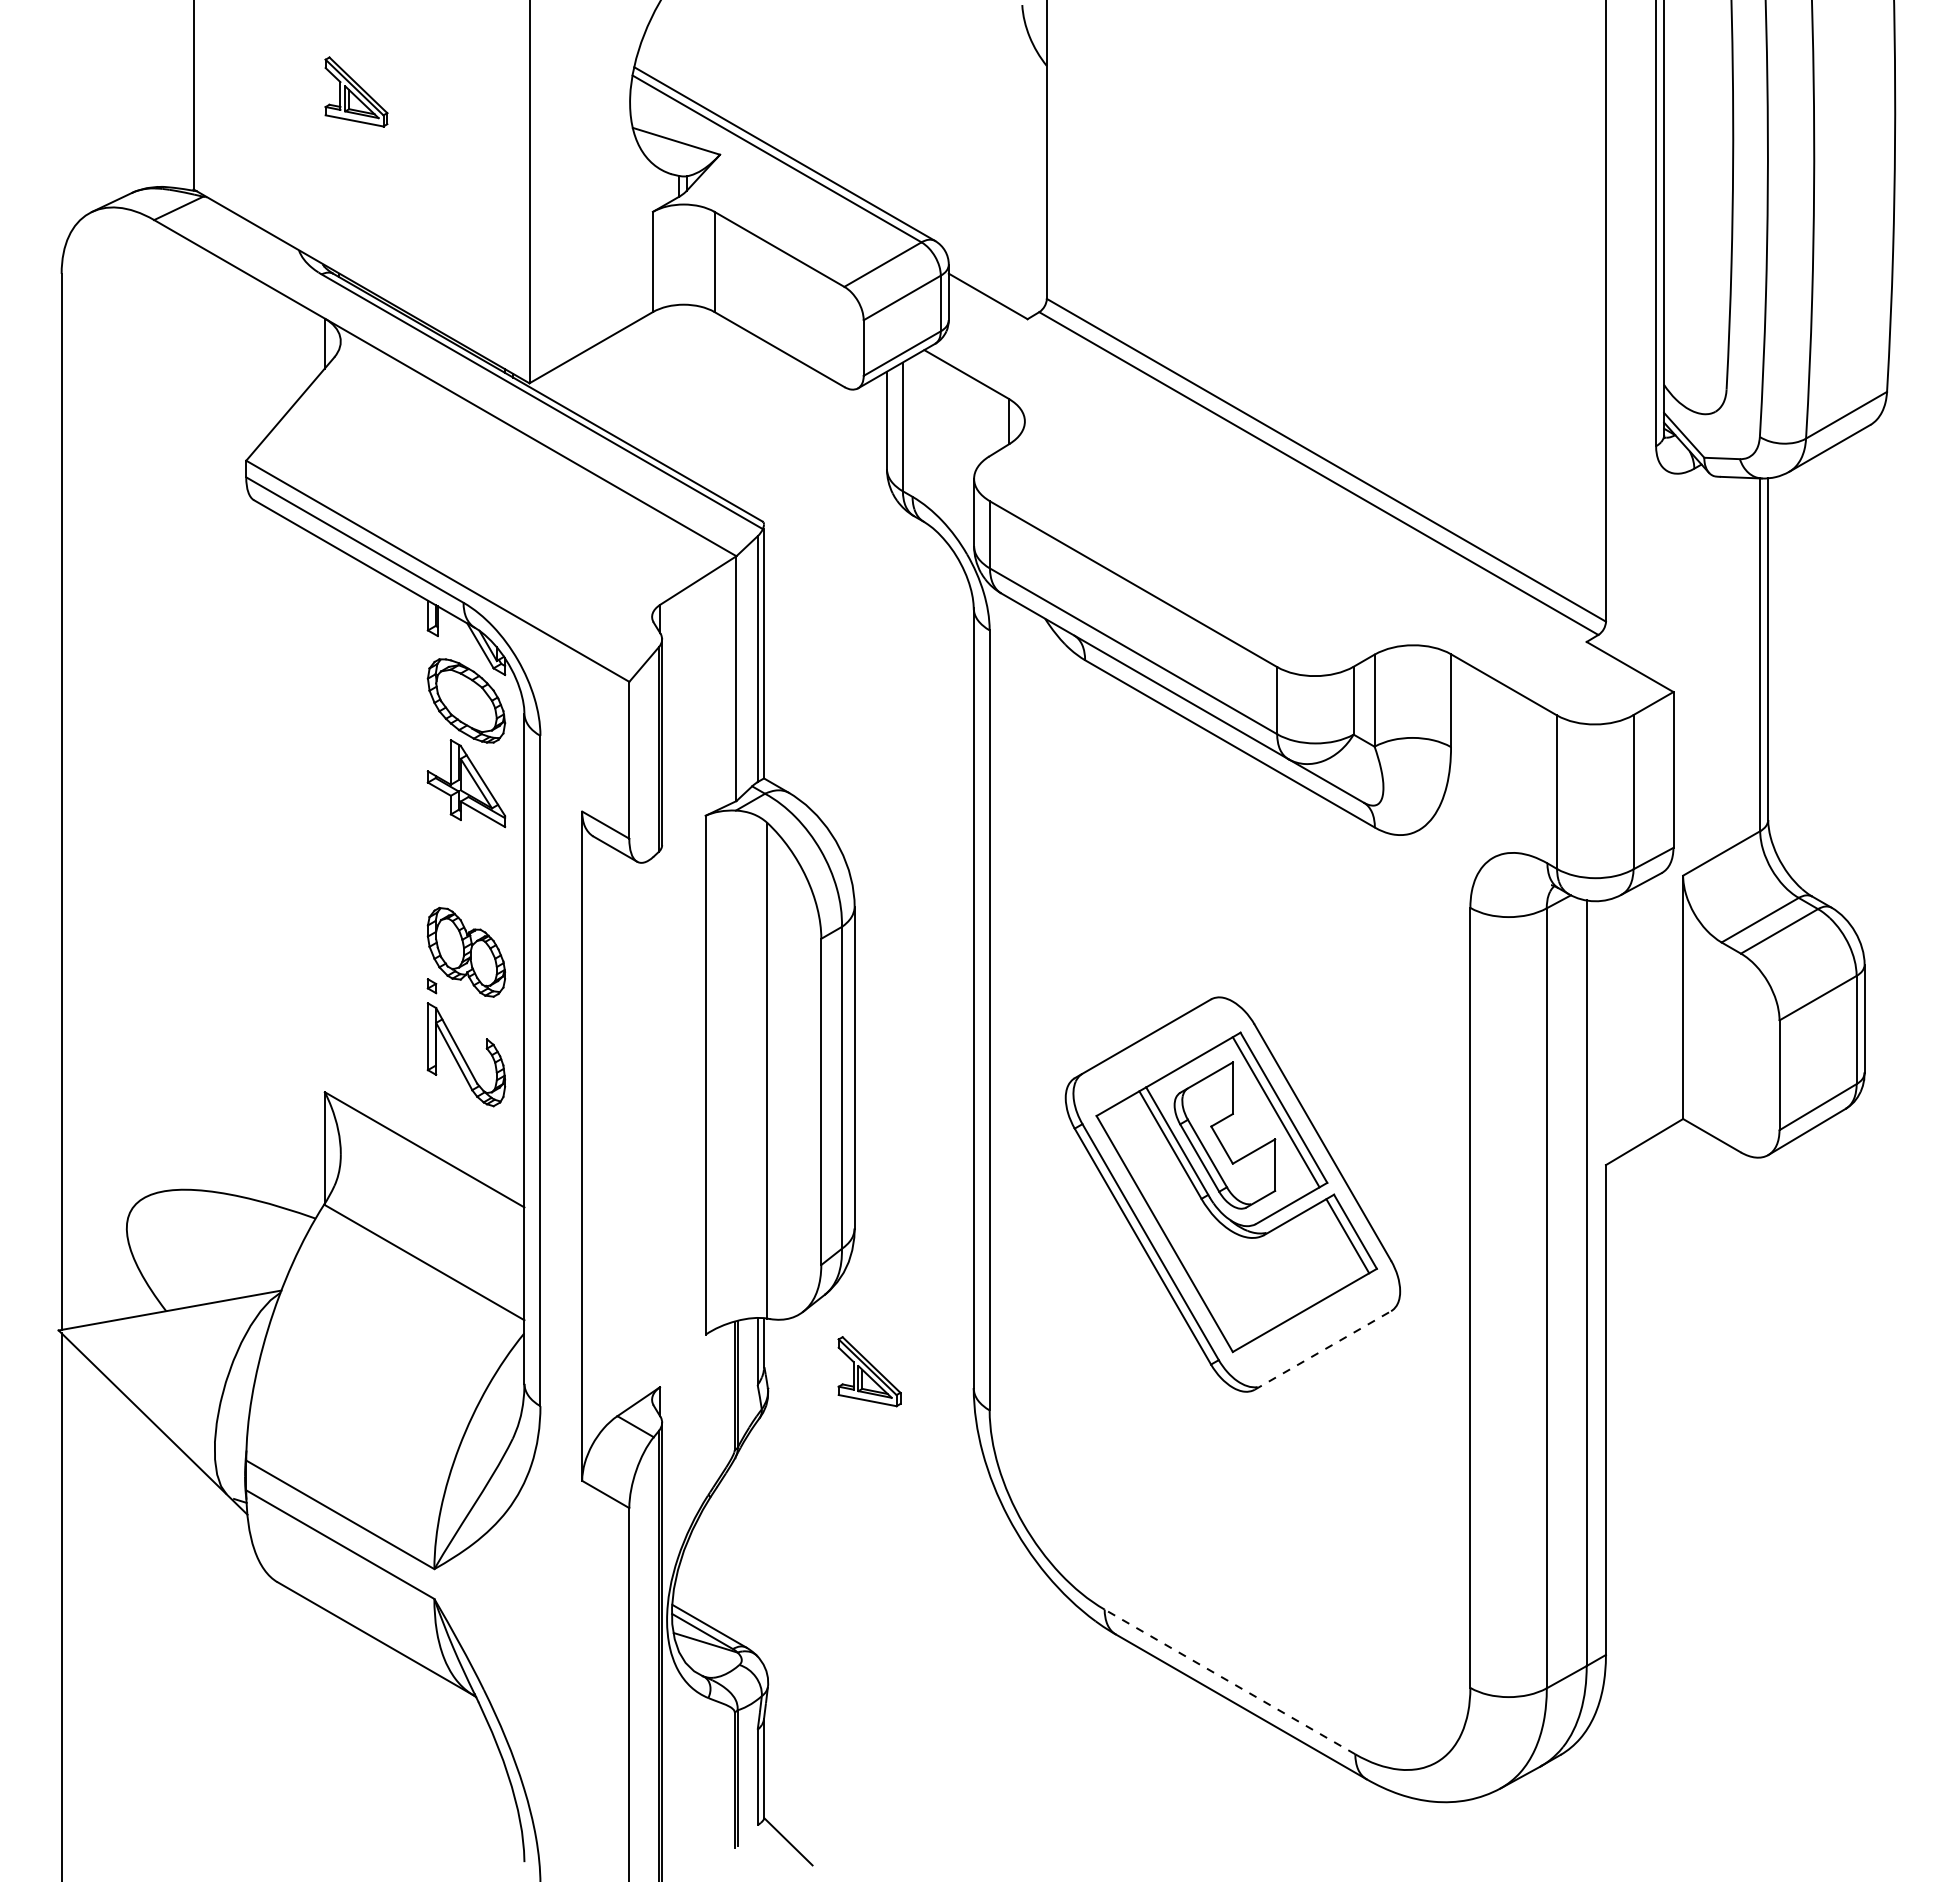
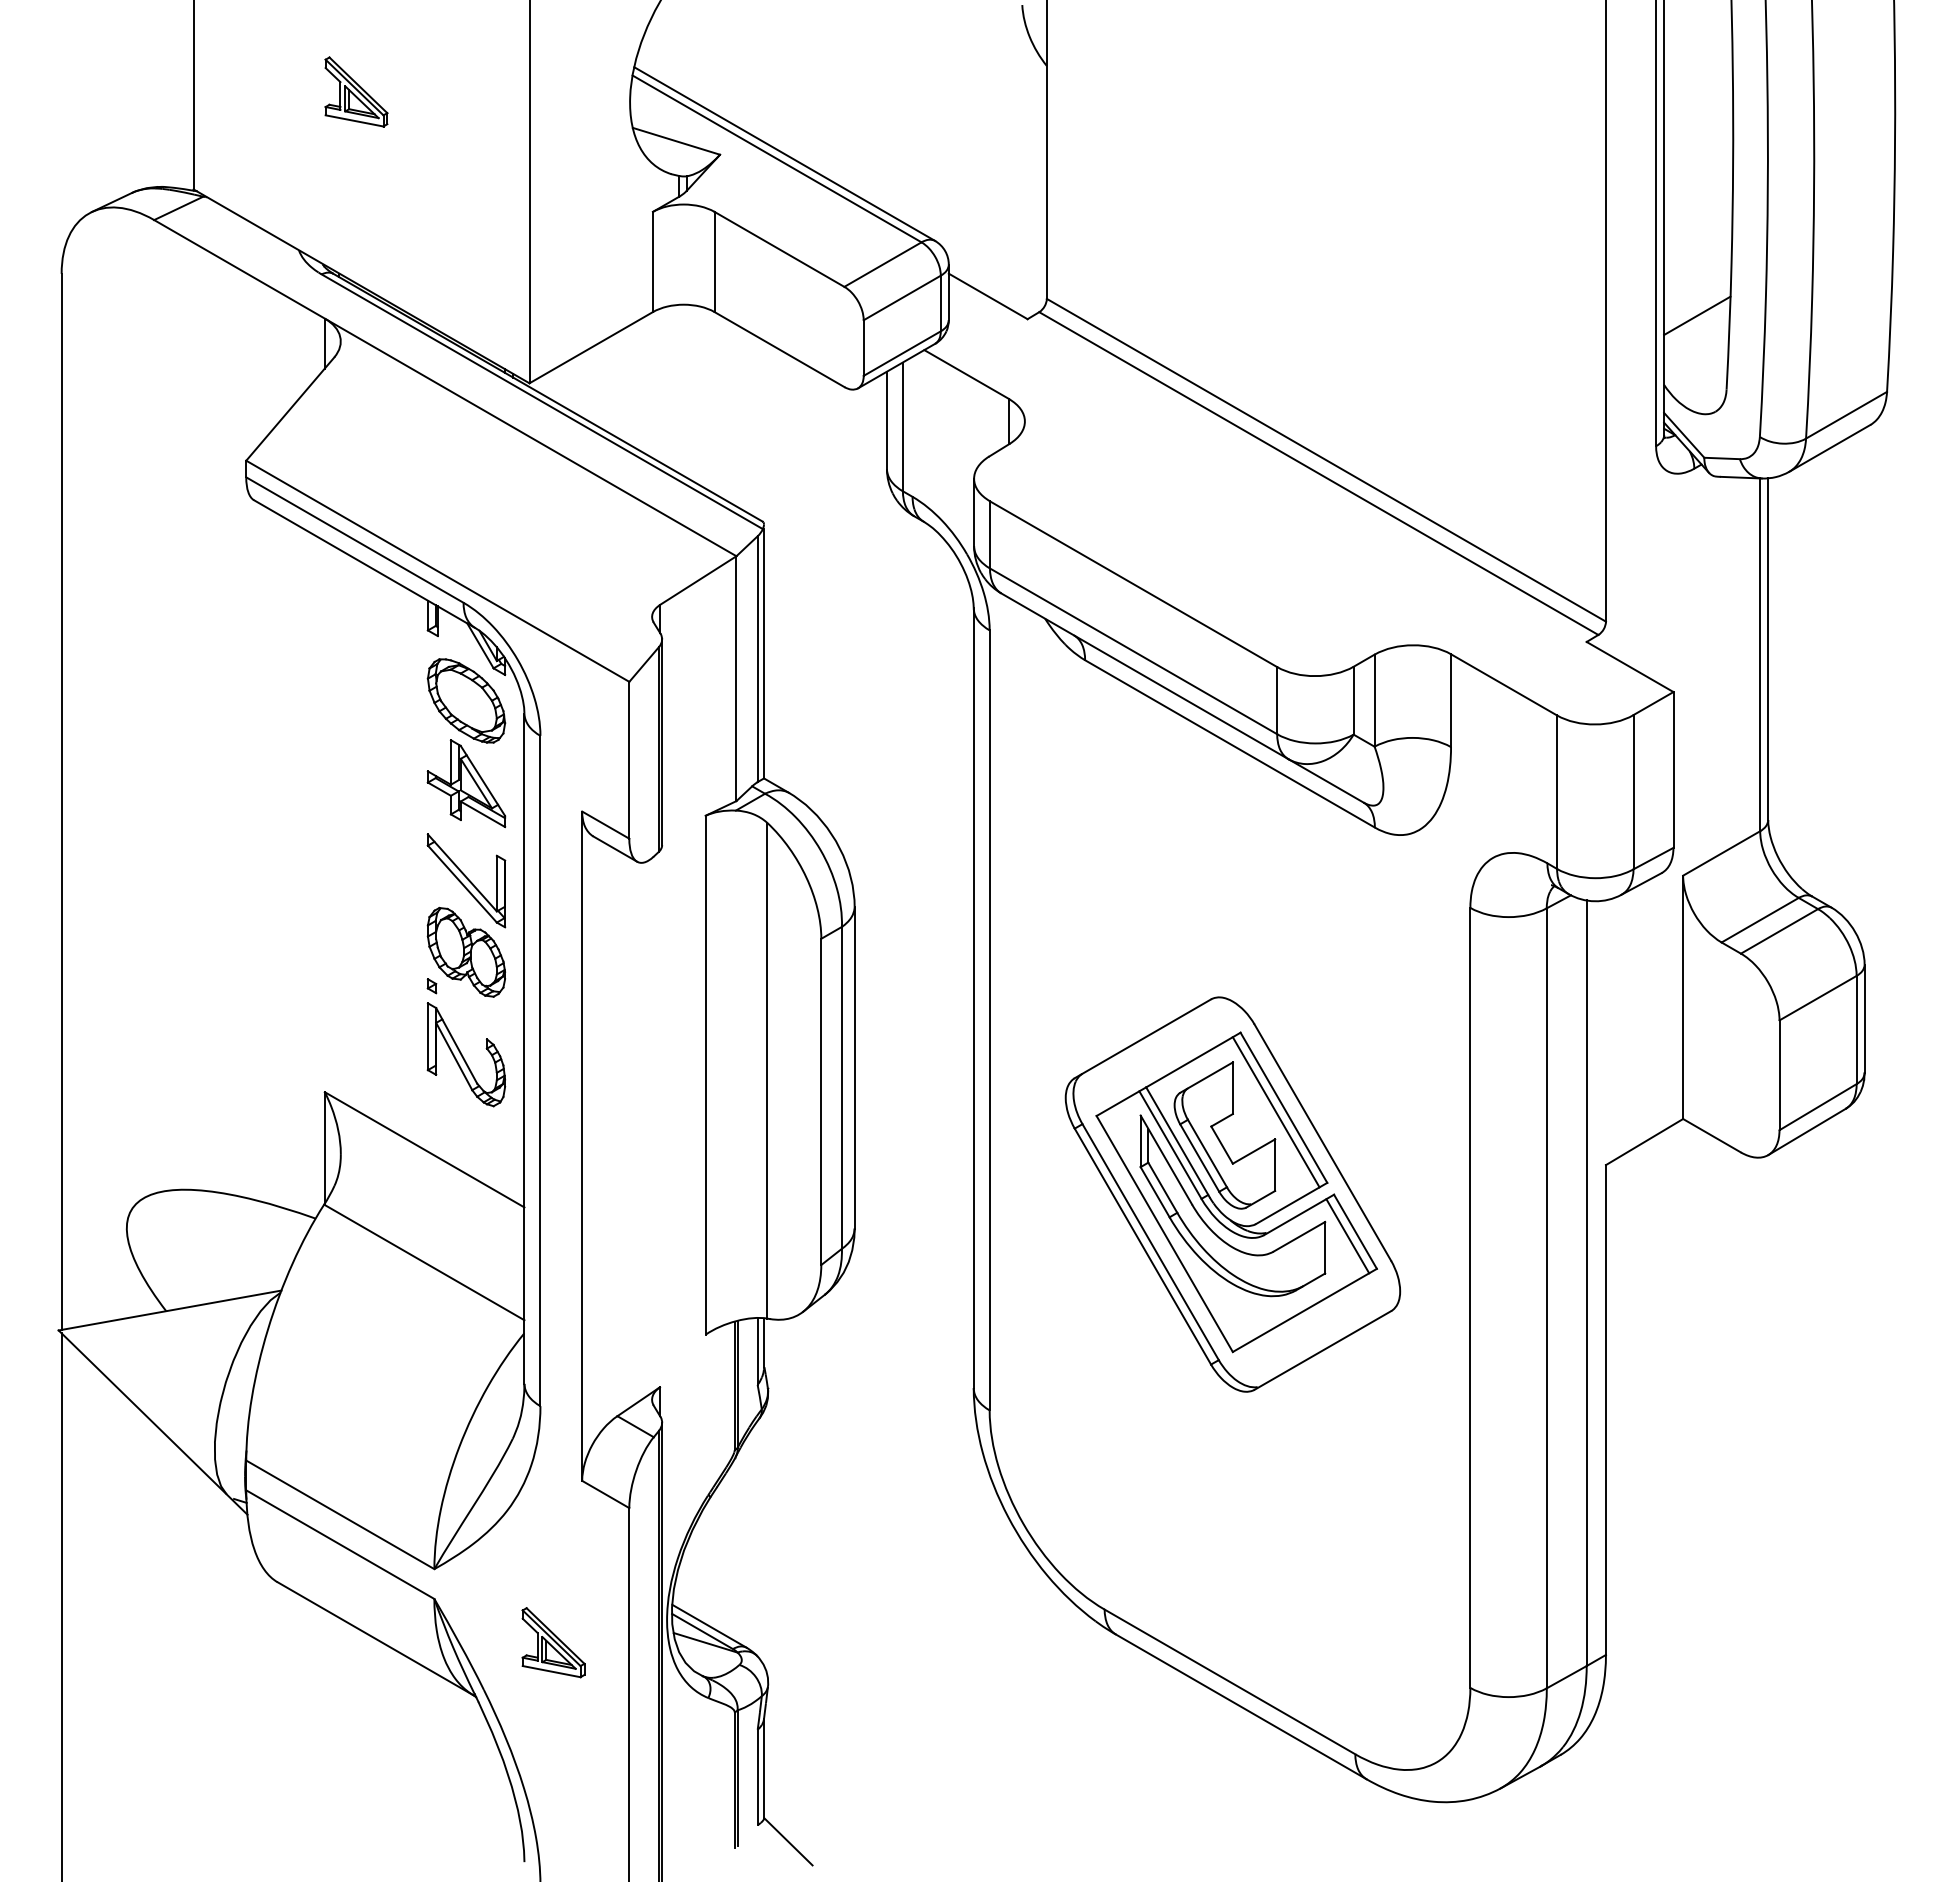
line at (1697, 315): none -> present
part at (466, 880): none -> present
part at (1210, 1227): none -> present
line at (1322, 1350): dashed -> solid
part at (869, 1371) position: (869, 1371) -> (553, 1642)
line at (1230, 1681): dashed -> solid
